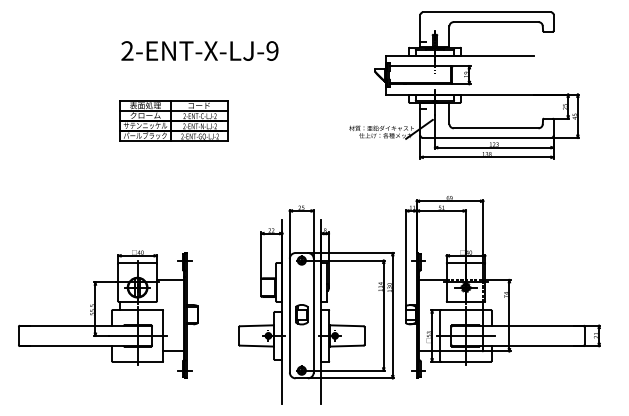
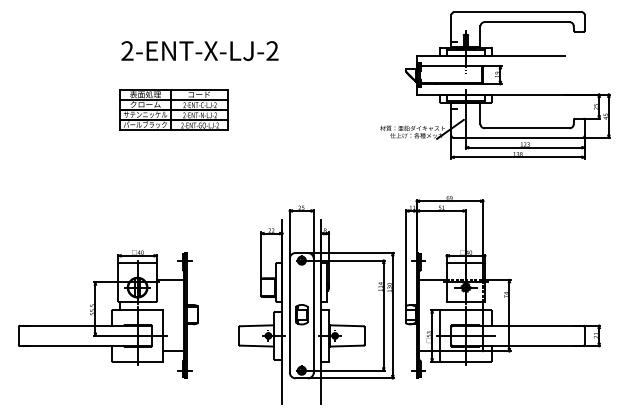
text at (272, 50): 2-ENT-X-LJ-9 -> 2-ENT-X-LJ-2
part at (464, 85) position: (464, 85) -> (495, 85)
part at (173, 120) position: (173, 120) -> (173, 109)
